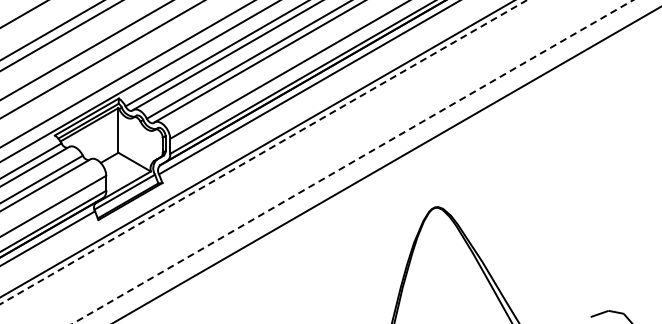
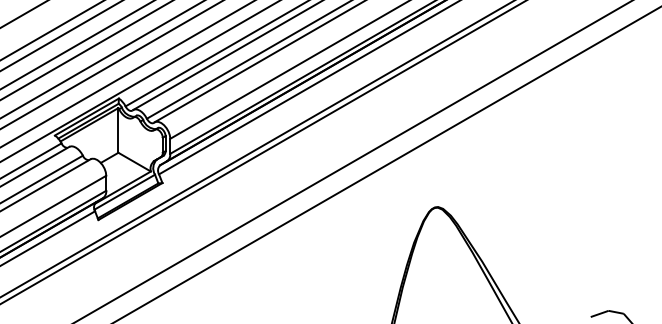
line at (76, 45): none -> present
line at (111, 64): none -> present
line at (263, 152): dashed -> solid
line at (352, 162): dashed -> solid
